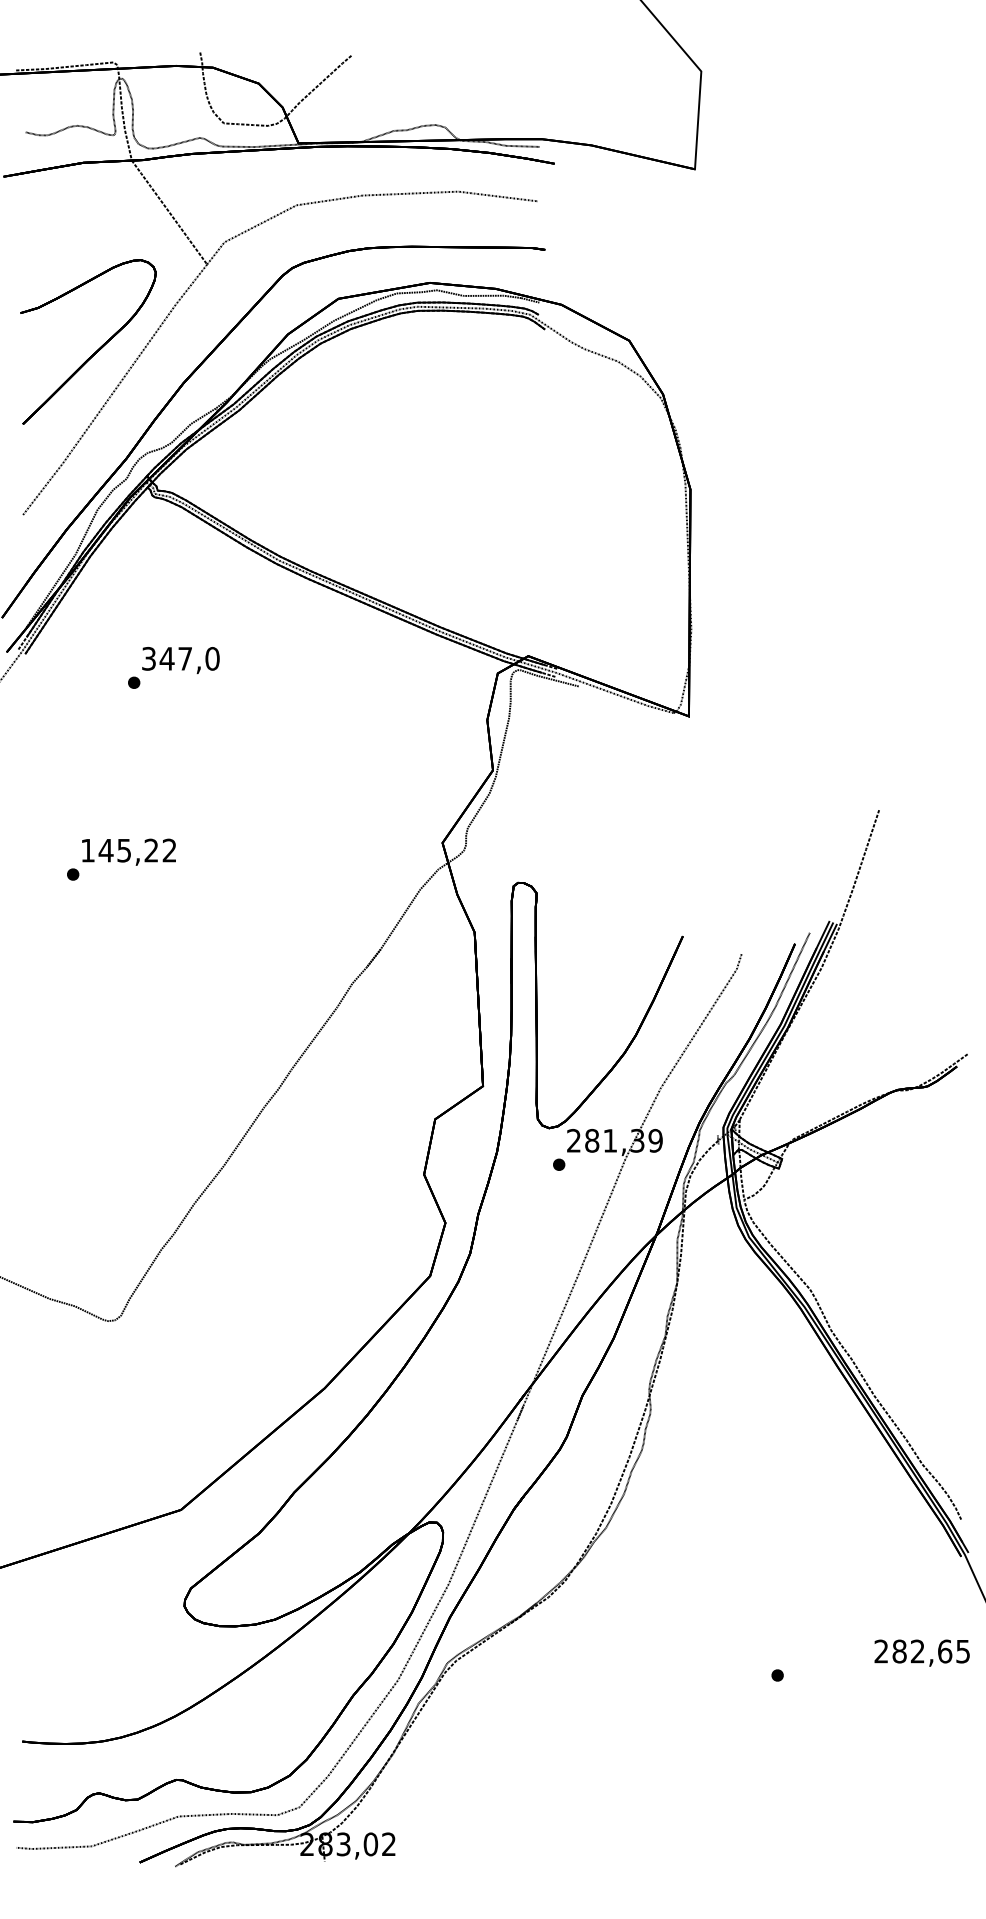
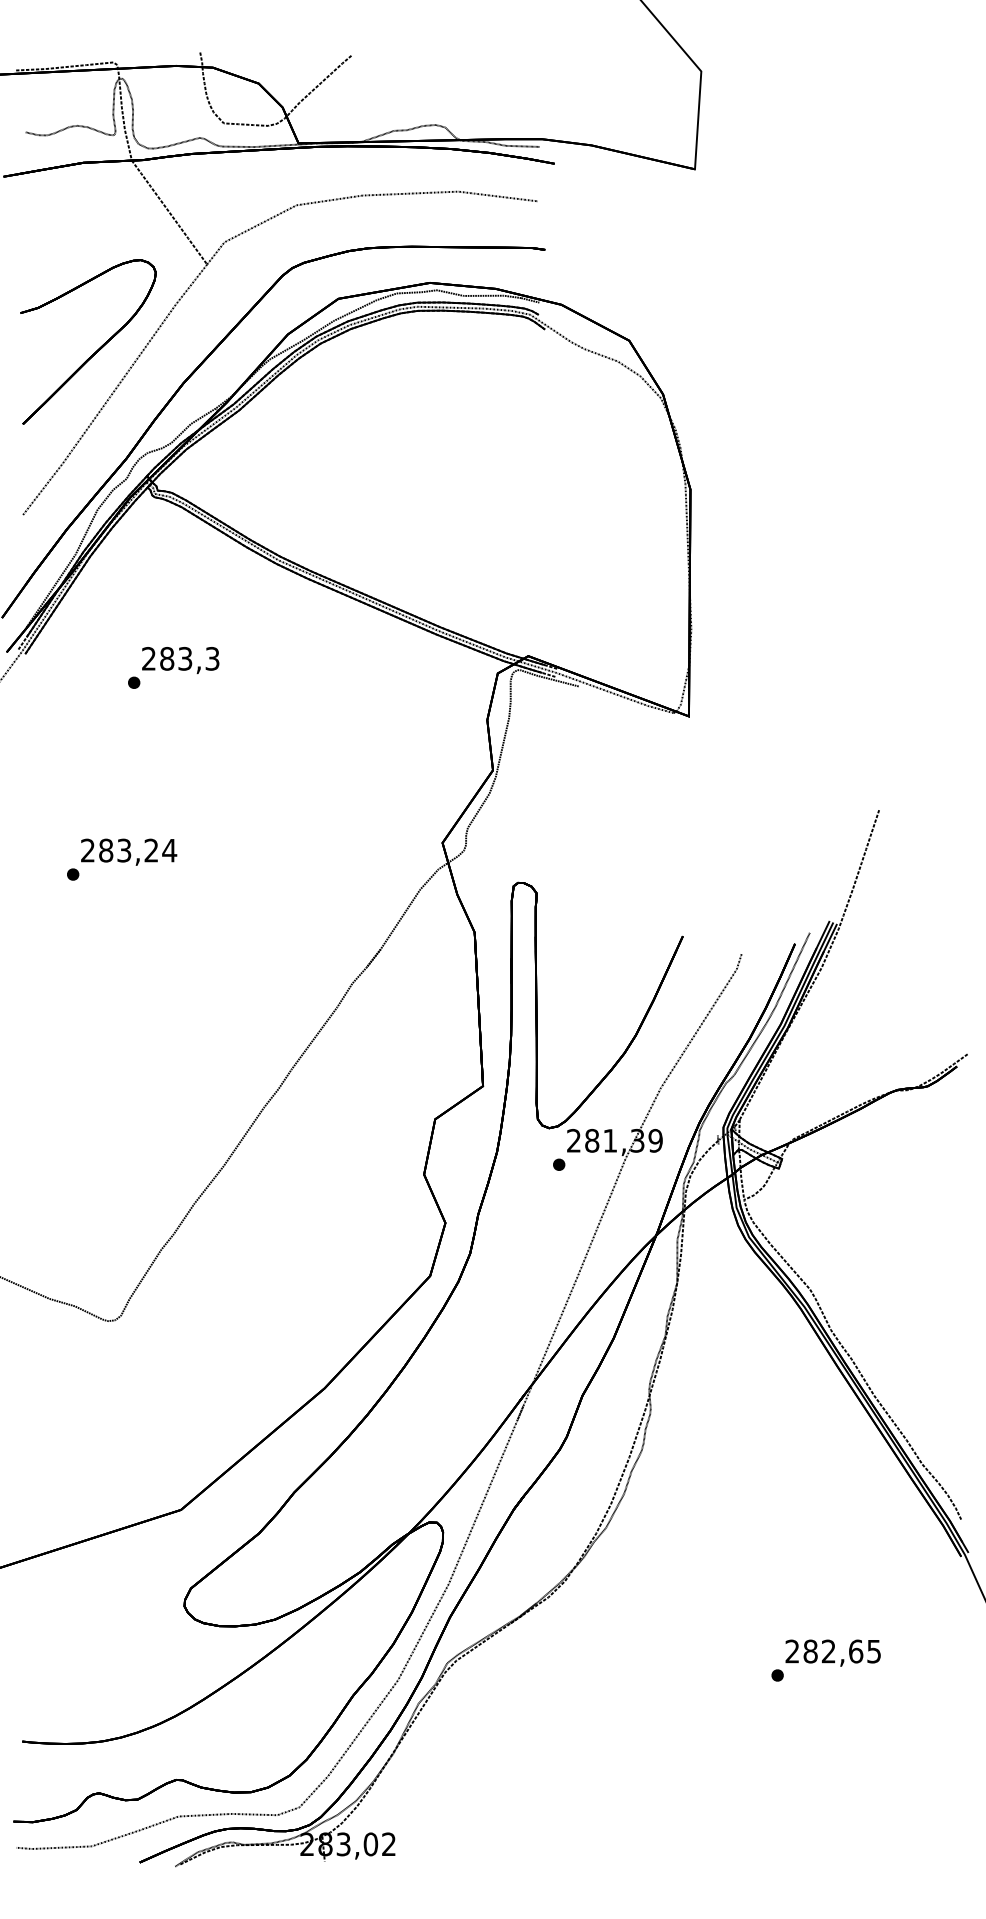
text at (180, 658): 347,0 -> 283,3
text at (129, 850): 145,22 -> 283,24
text at (921, 1652) position: (921, 1652) -> (832, 1652)
